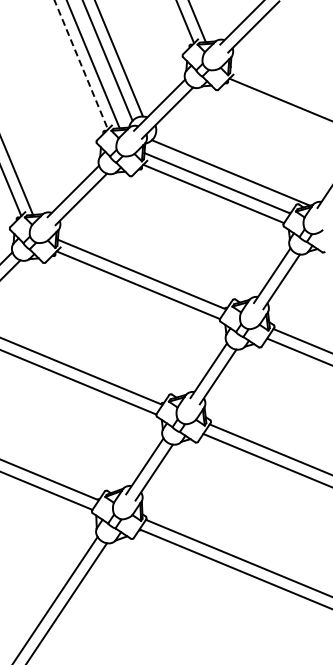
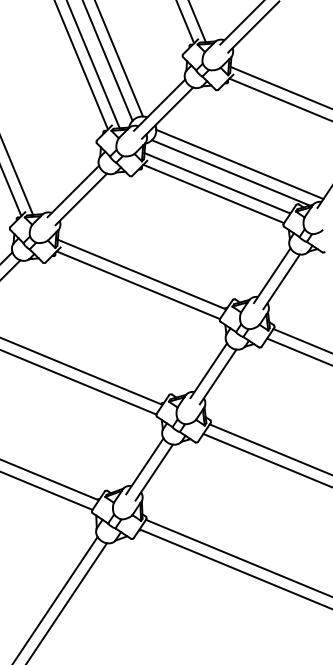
line at (81, 65): dashed -> solid
line at (279, 86): none -> present
line at (239, 164): none -> present
